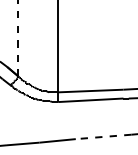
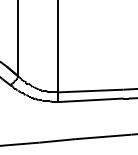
line at (18, 38): dashed -> solid
line at (103, 136): dashed -> solid
